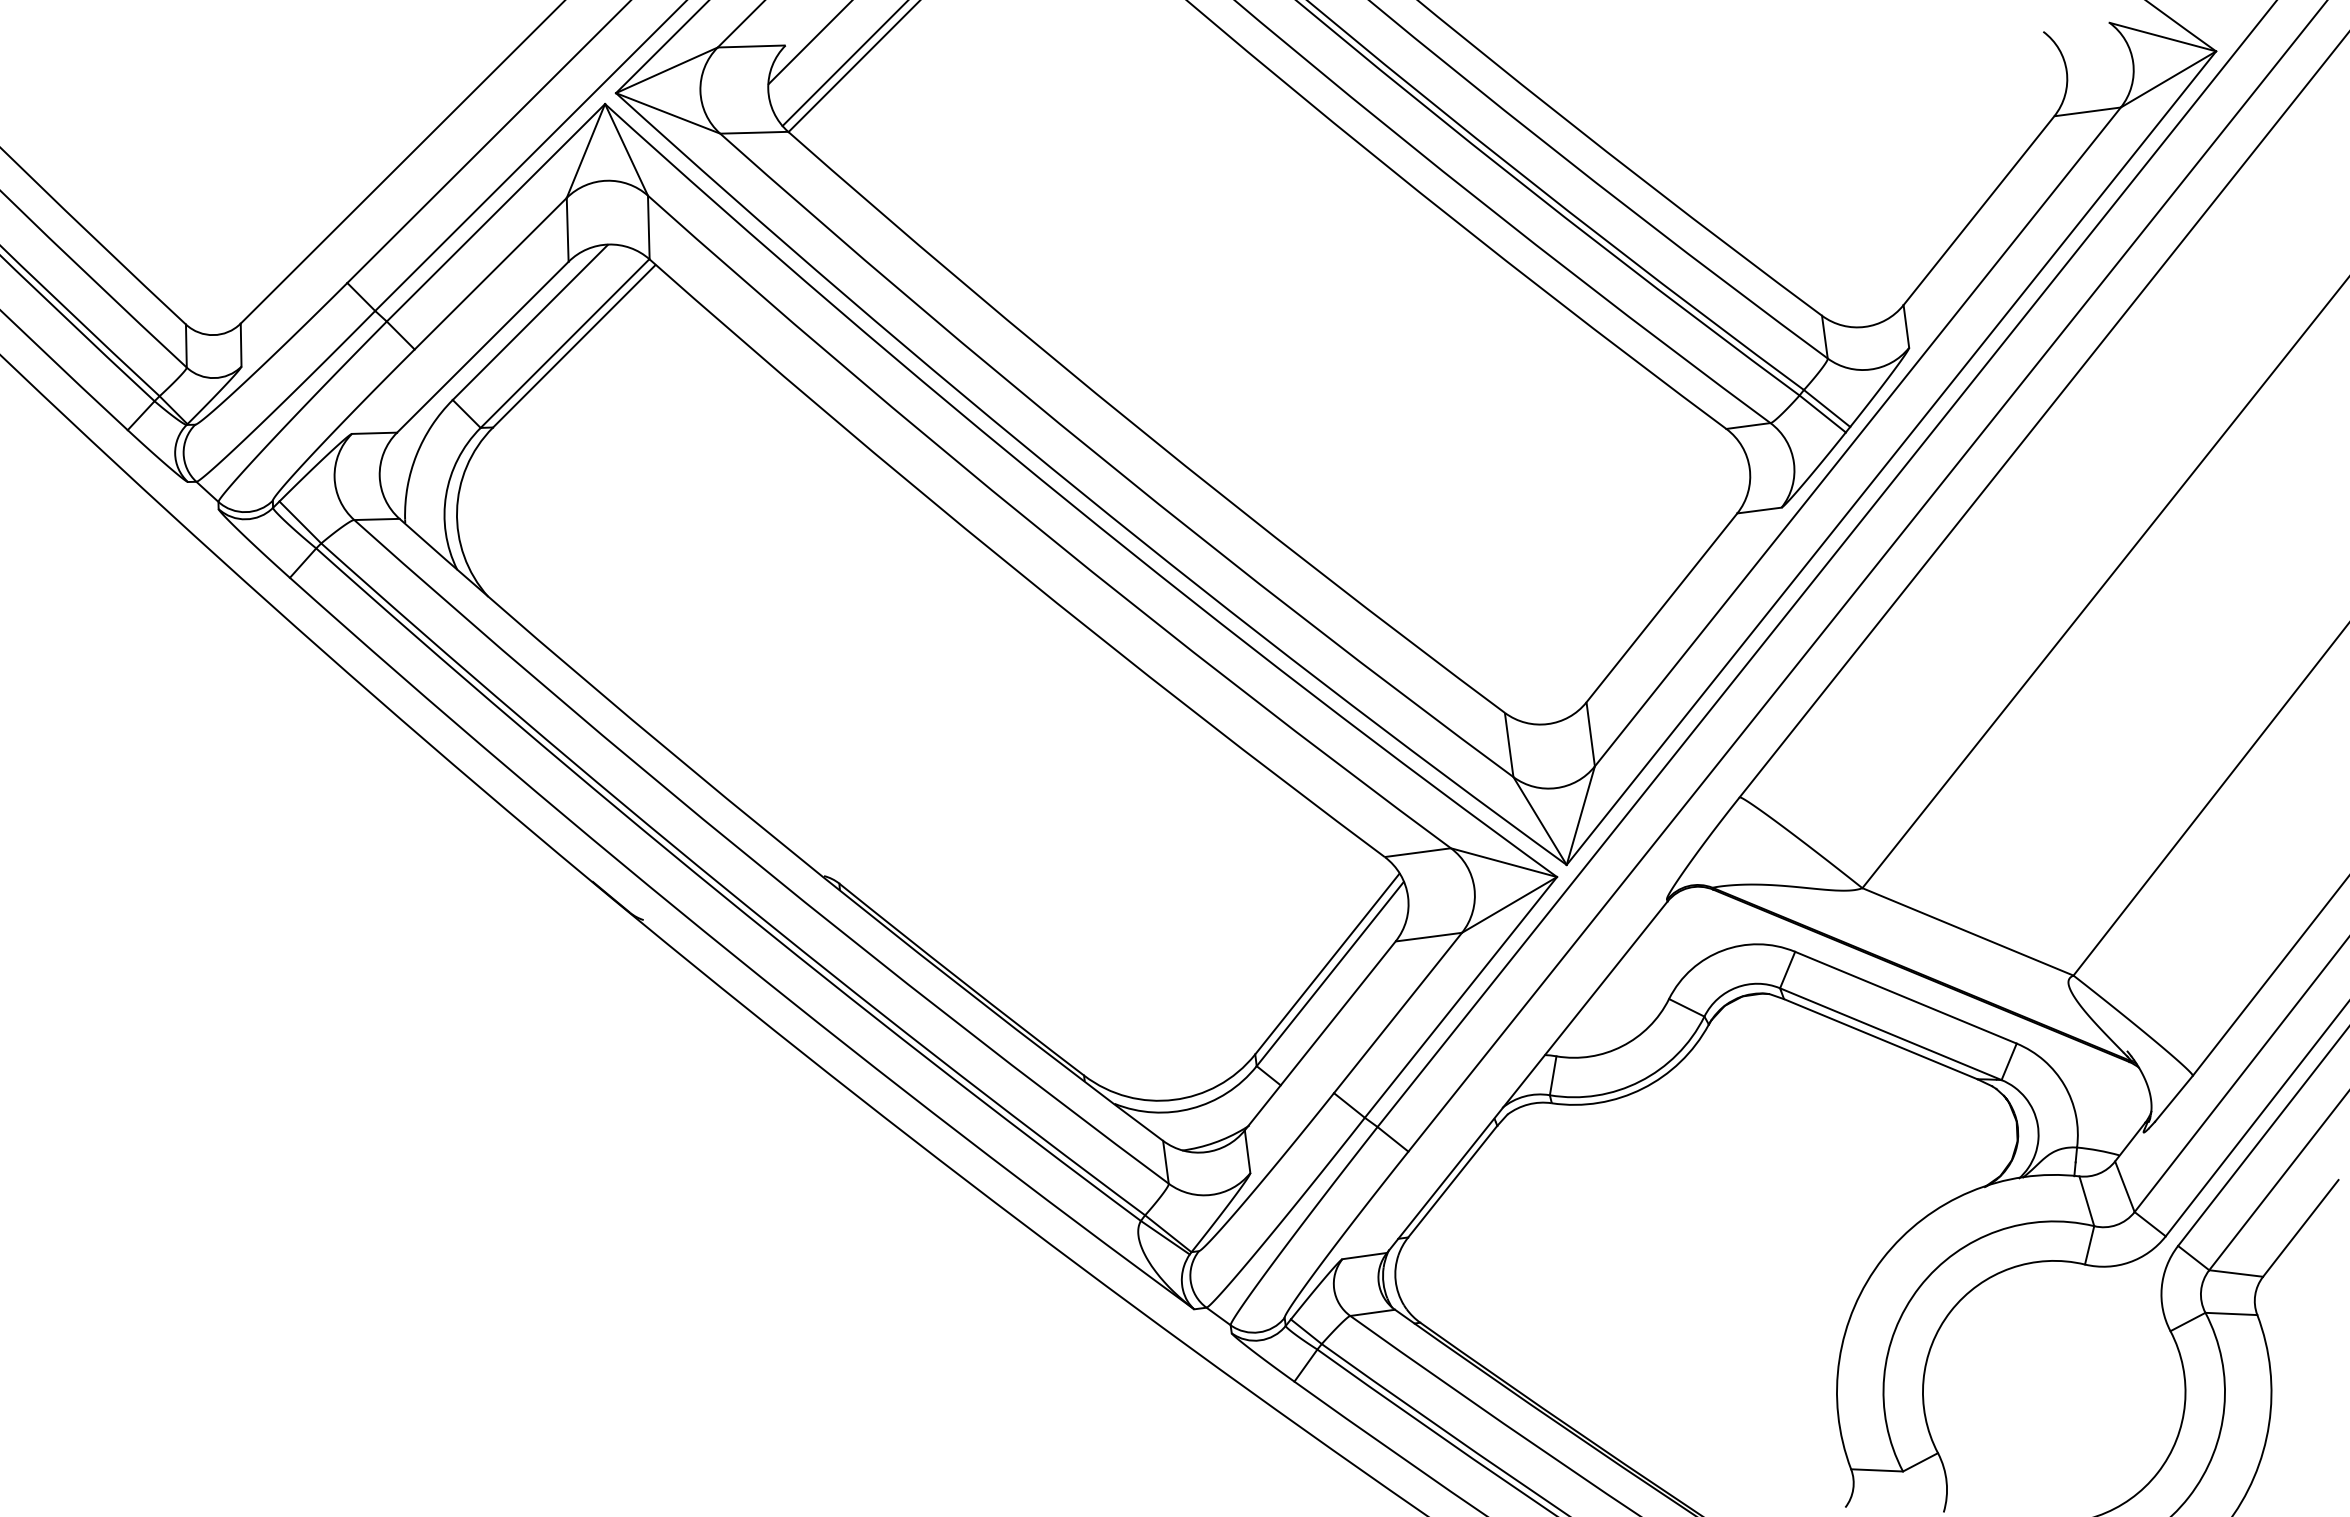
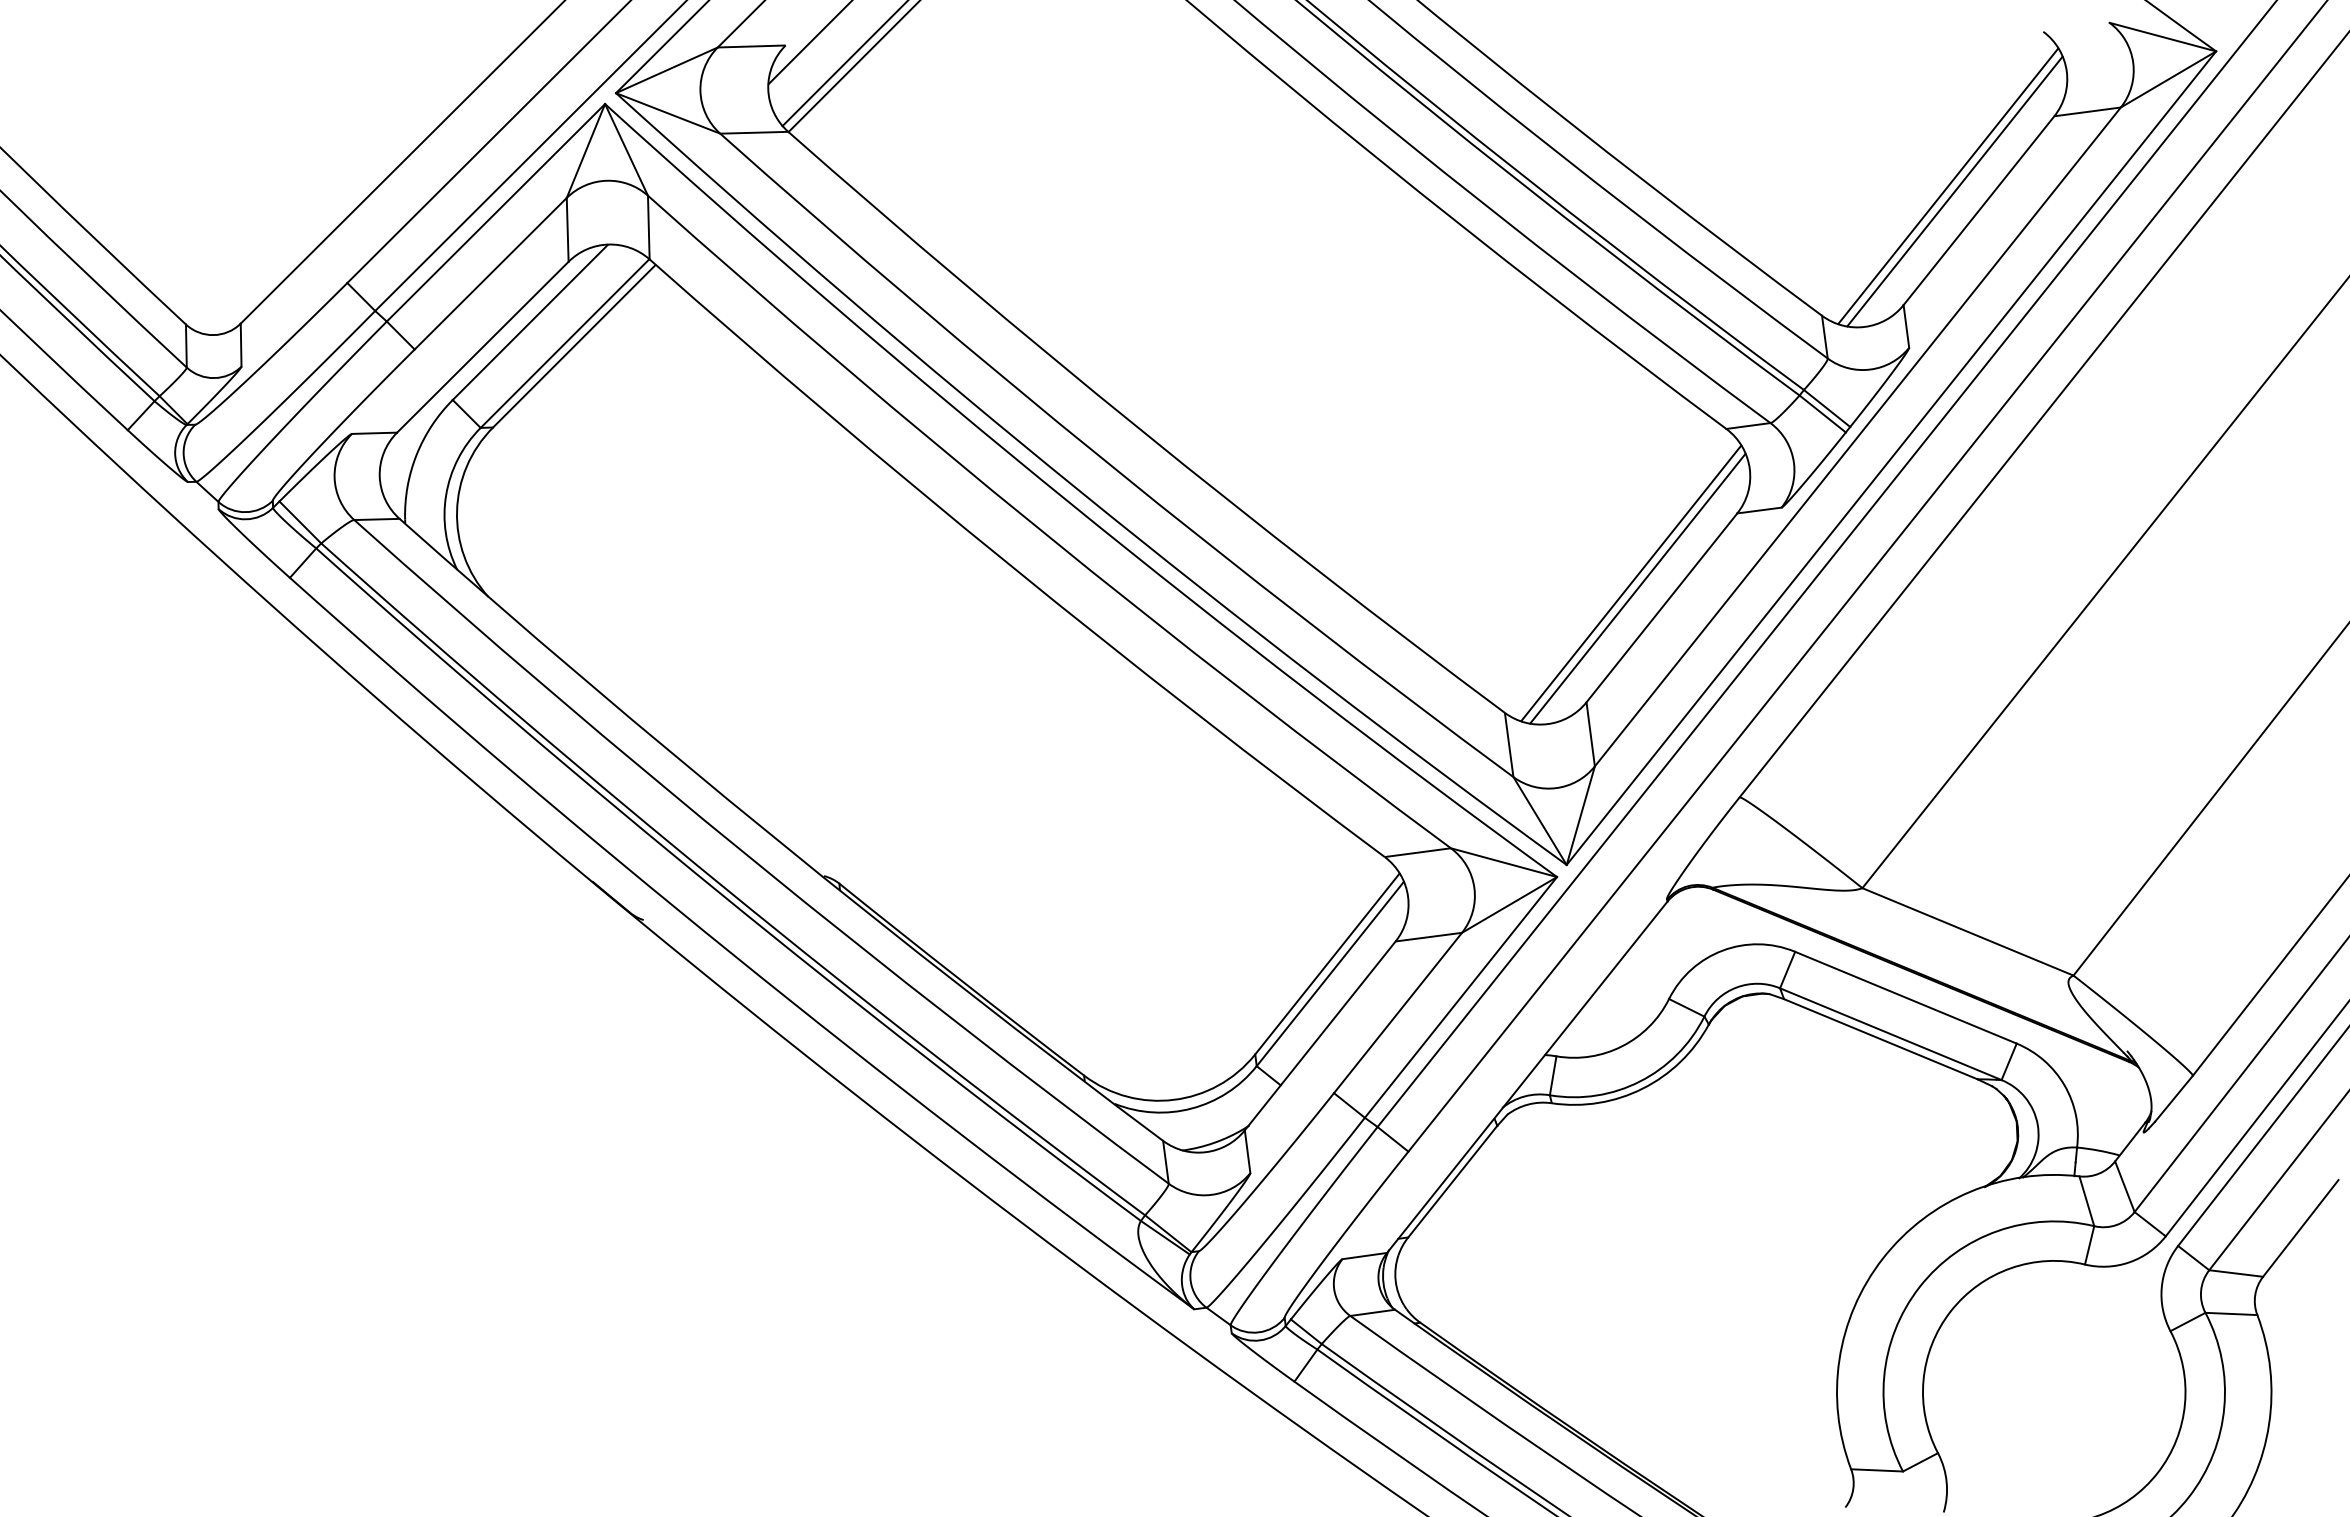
line at (1948, 185): none -> present
line at (1954, 191): none -> present
line at (1631, 583): none -> present
line at (1637, 588): none -> present
